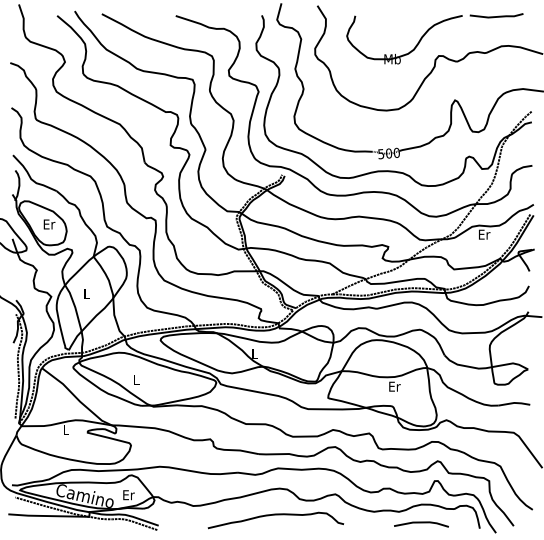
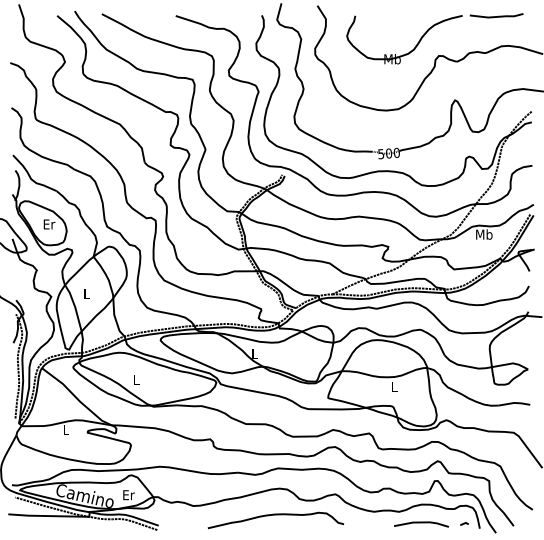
text at (484, 234): Er -> Mb
text at (394, 386): Er -> L
line at (464, 523): none -> present
